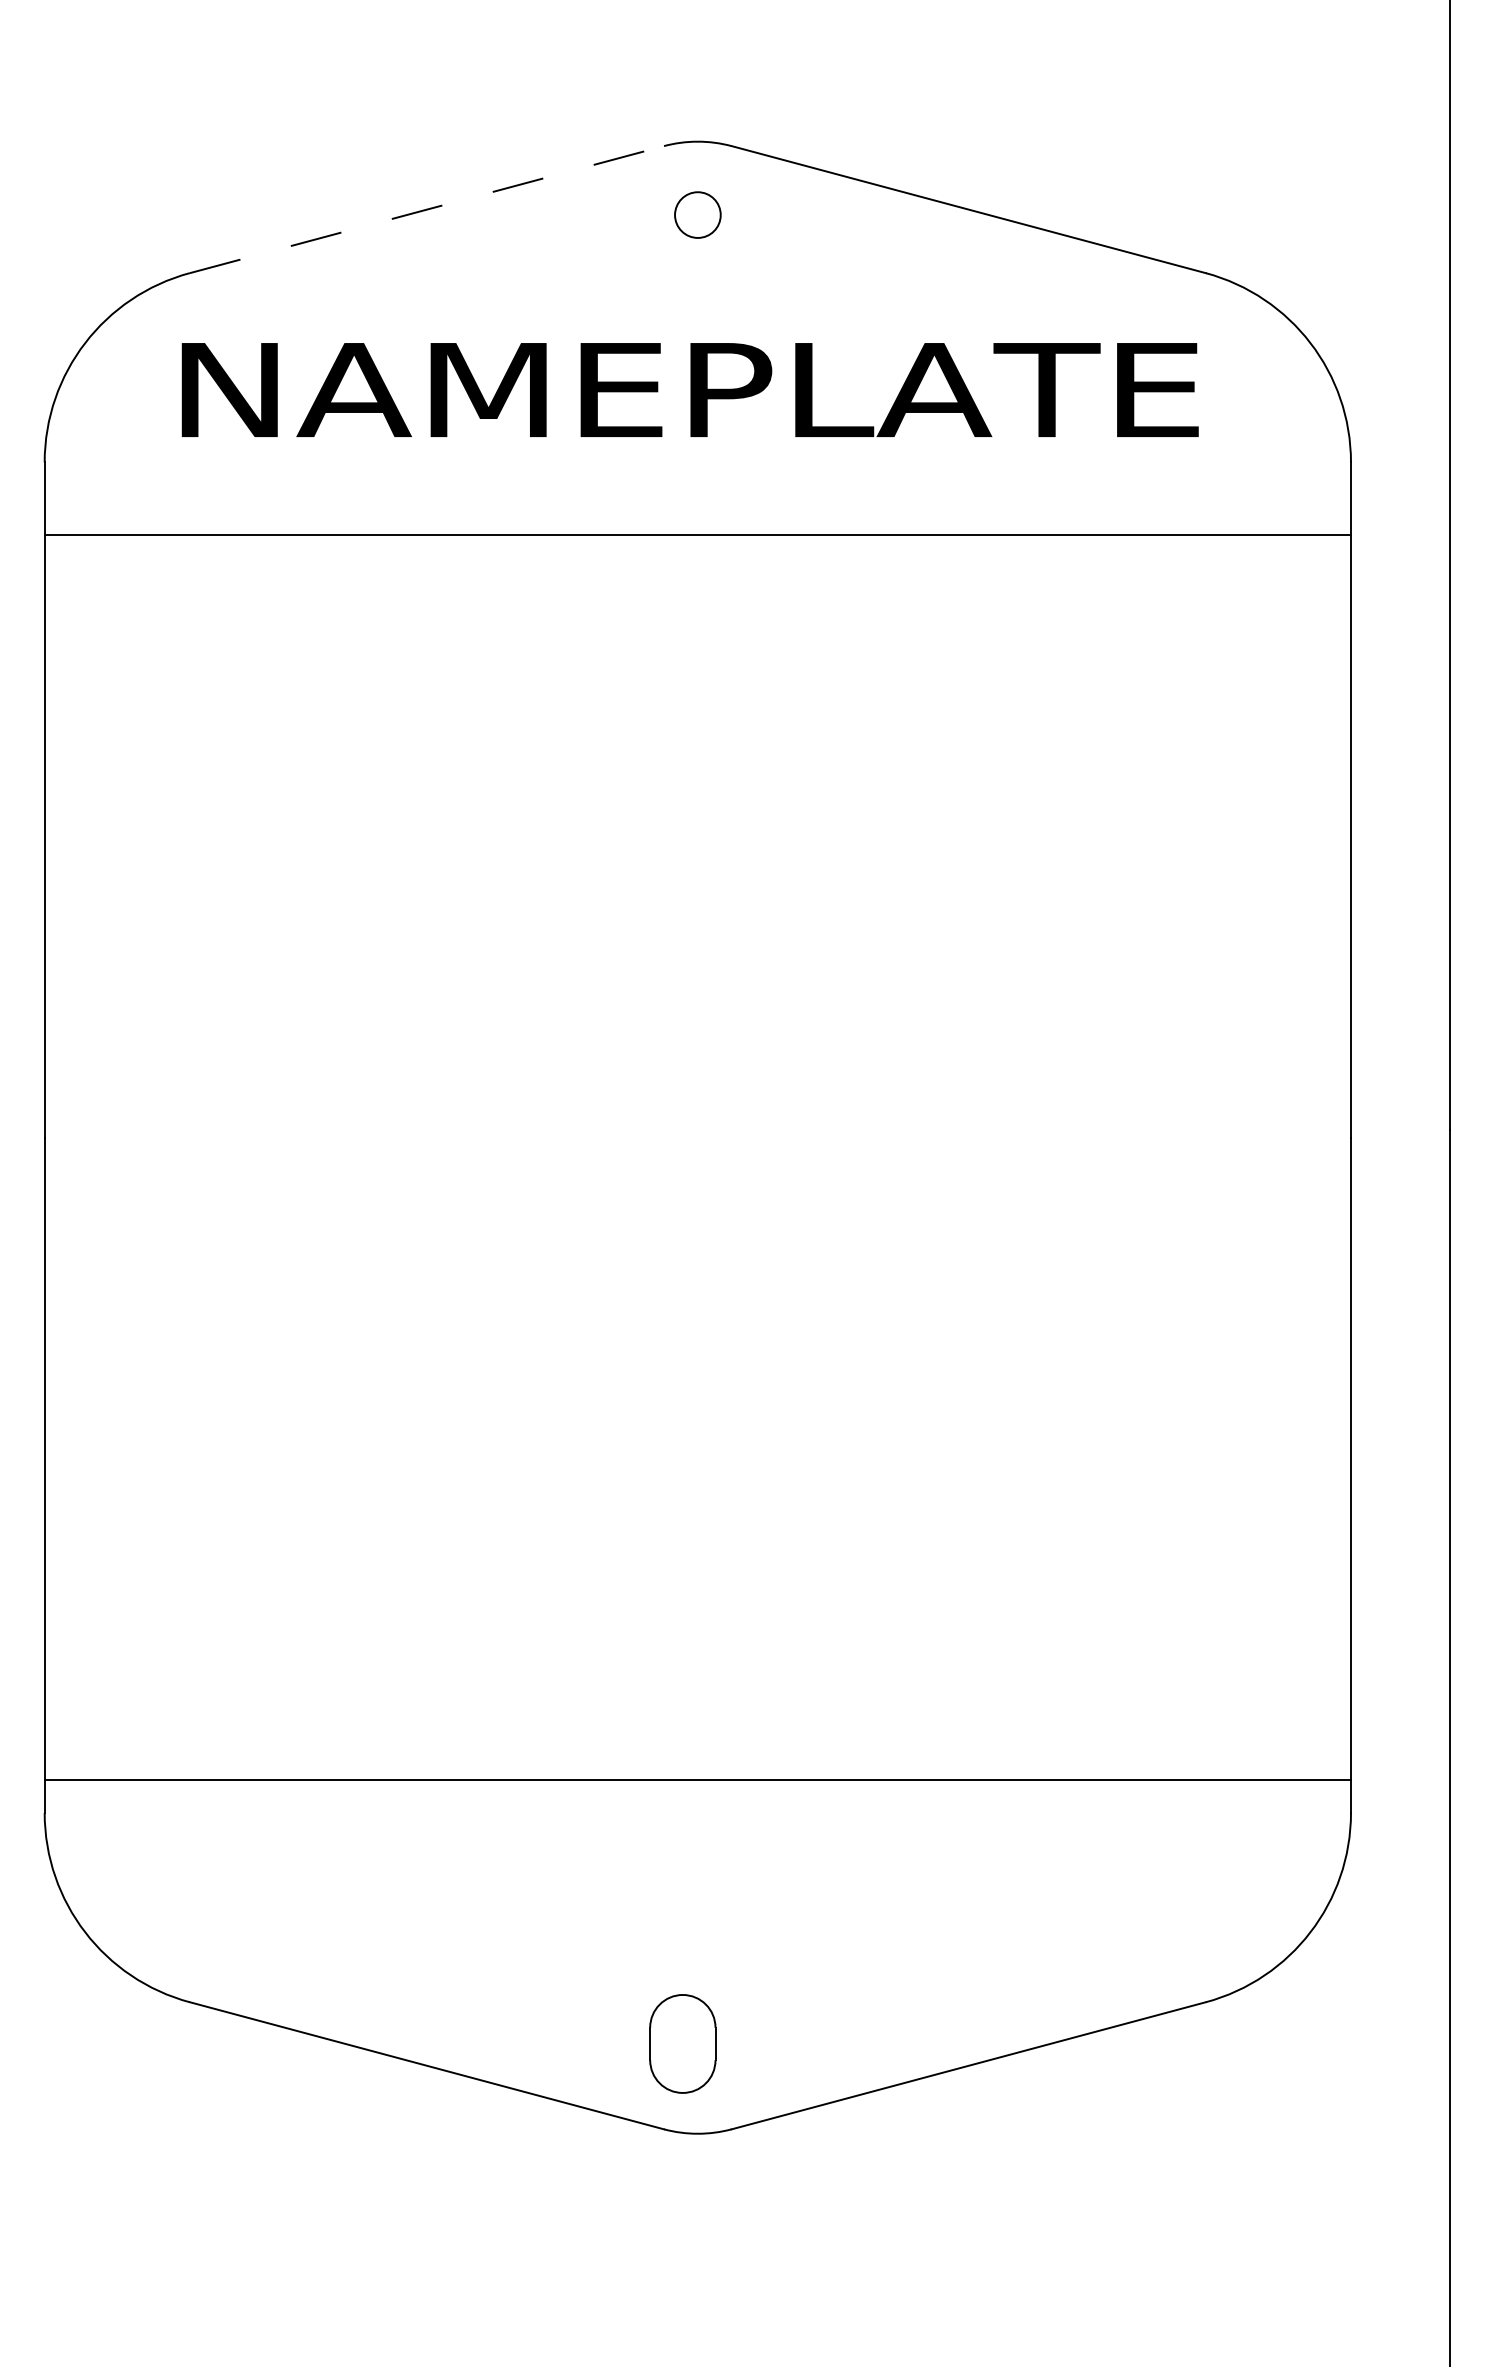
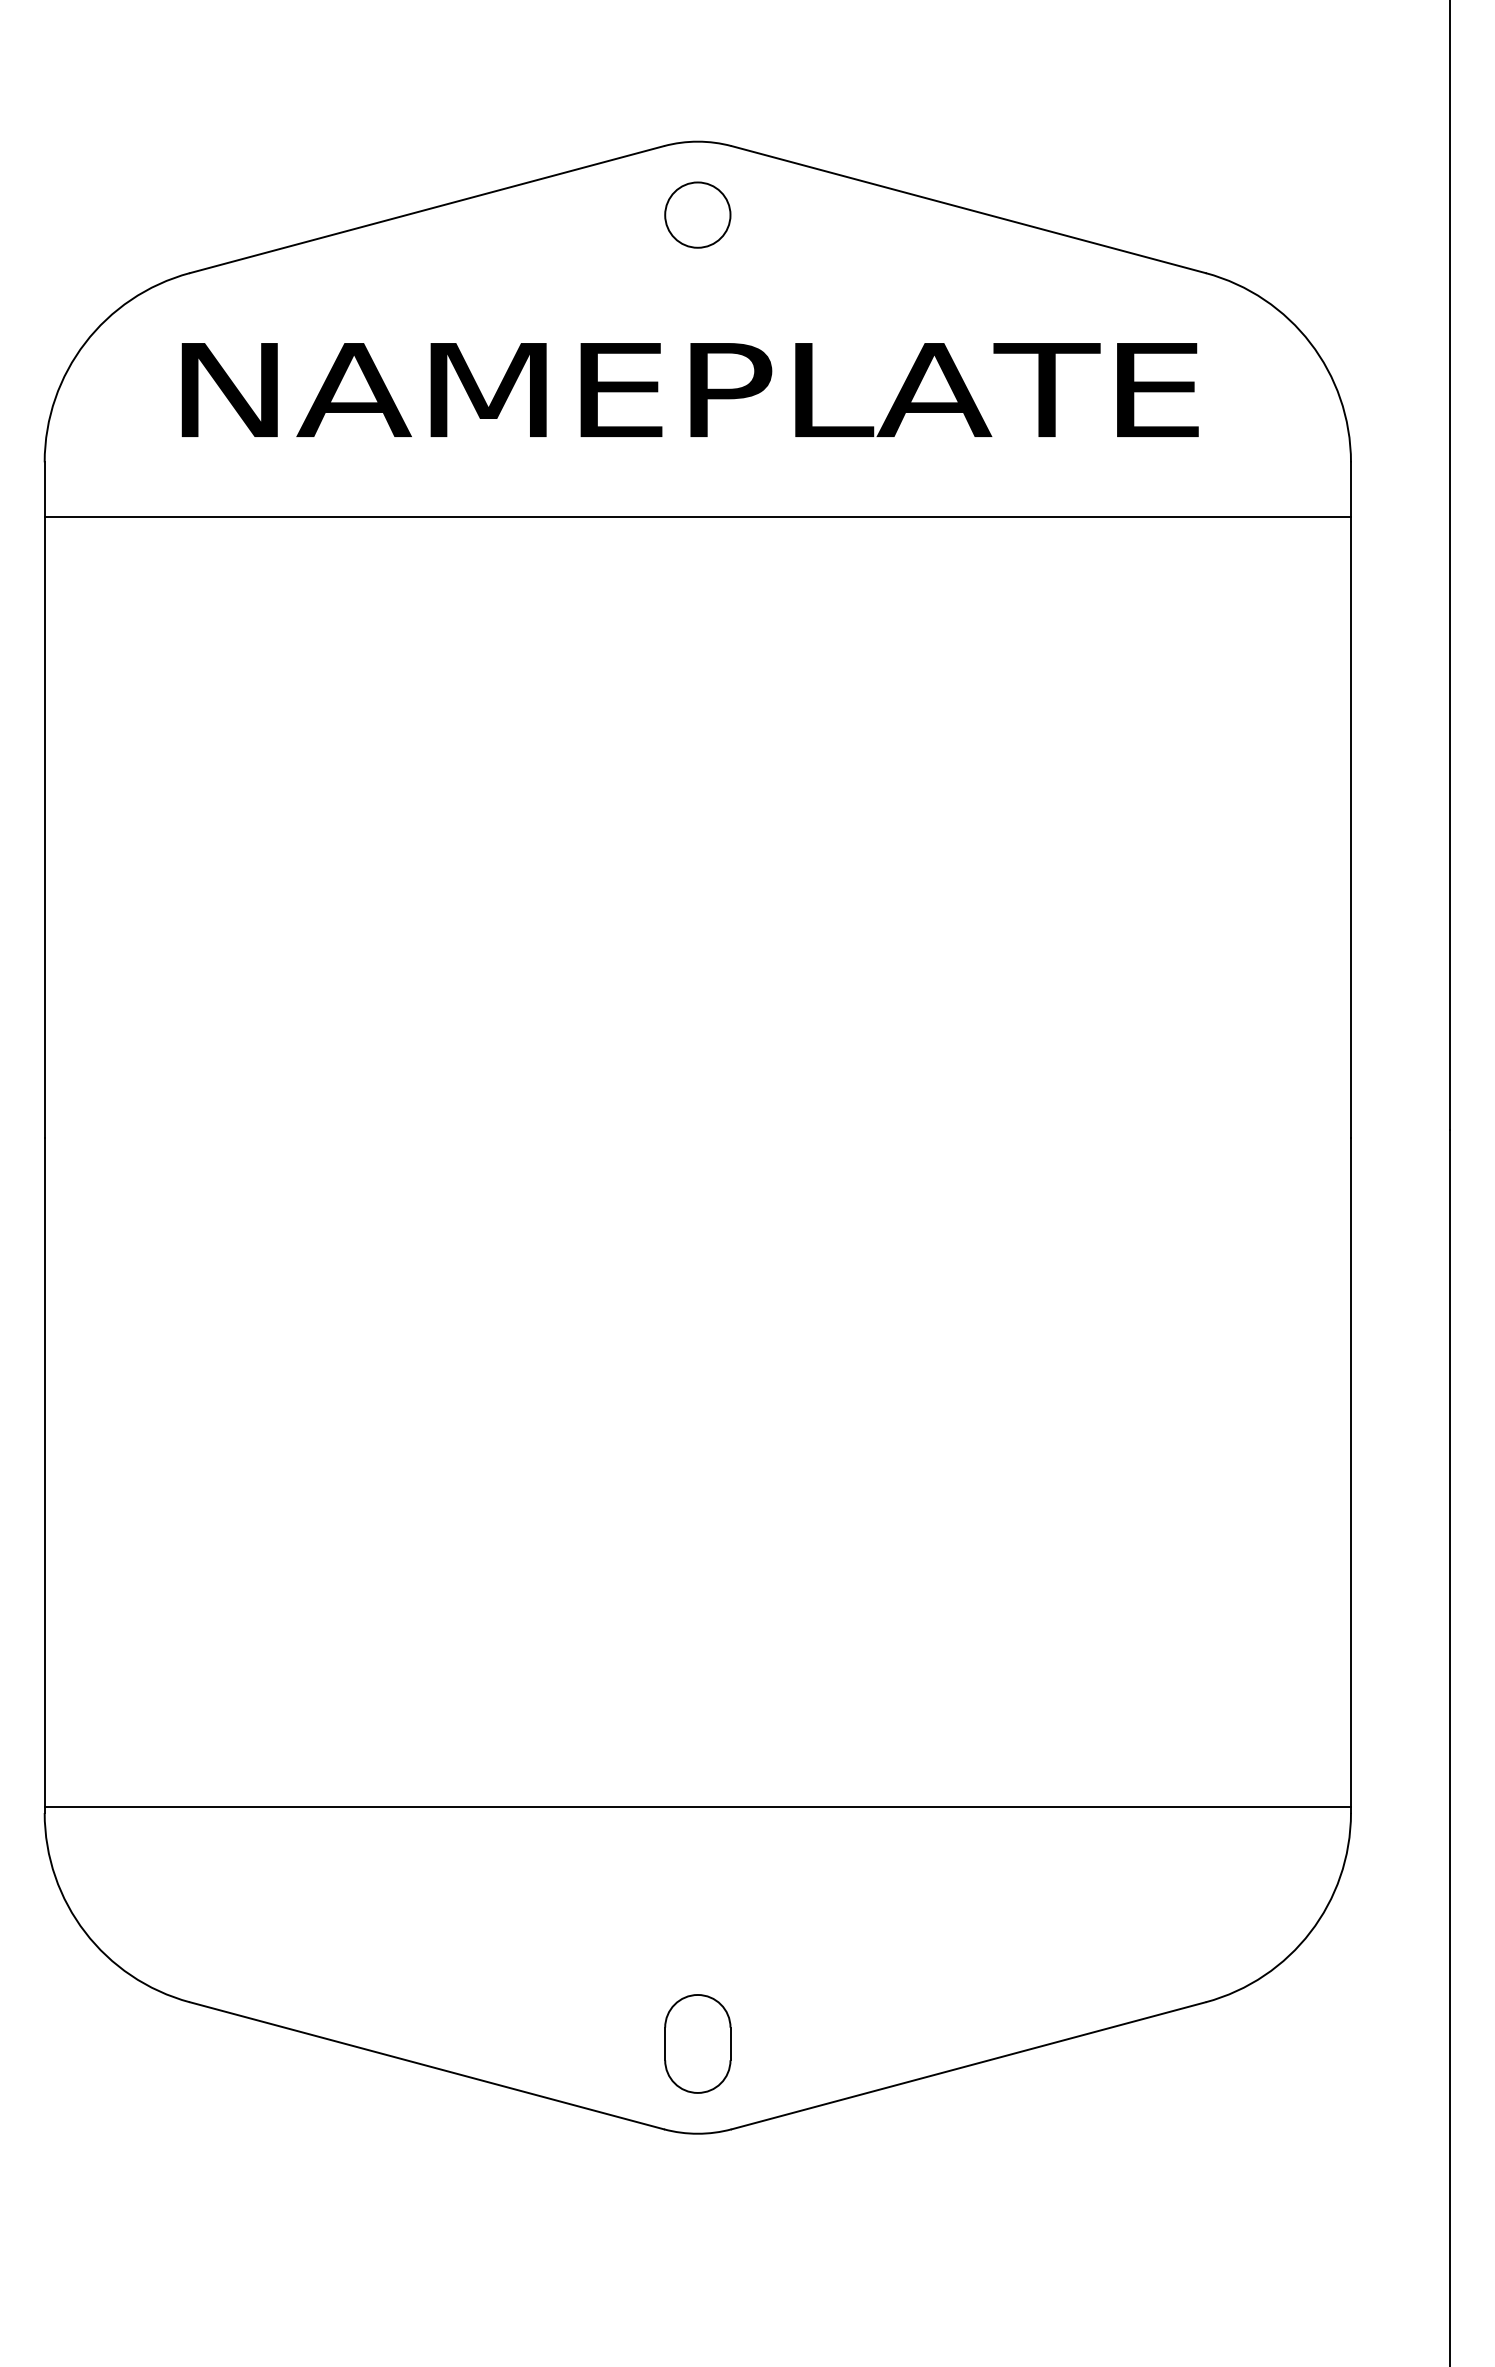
line at (427, 209): dashed -> solid
circle at (697, 214) size: 48x48 px -> 68x68 px
line at (697, 535) position: (697, 535) -> (697, 517)
line at (697, 1780) position: (697, 1780) -> (697, 1807)
part at (682, 2043) position: (682, 2043) -> (697, 2043)
